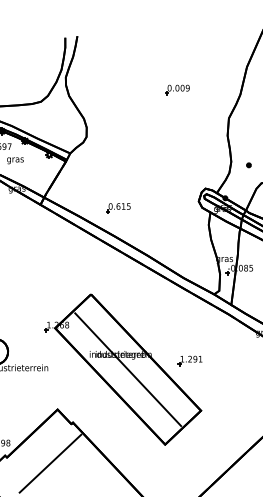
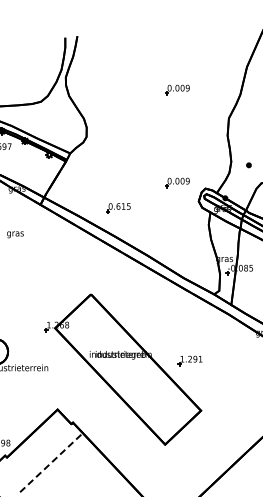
text at (15, 160) position: (15, 160) -> (15, 234)
part at (177, 182): none -> present
line at (128, 369): present -> none
line at (50, 464): solid -> dashed
